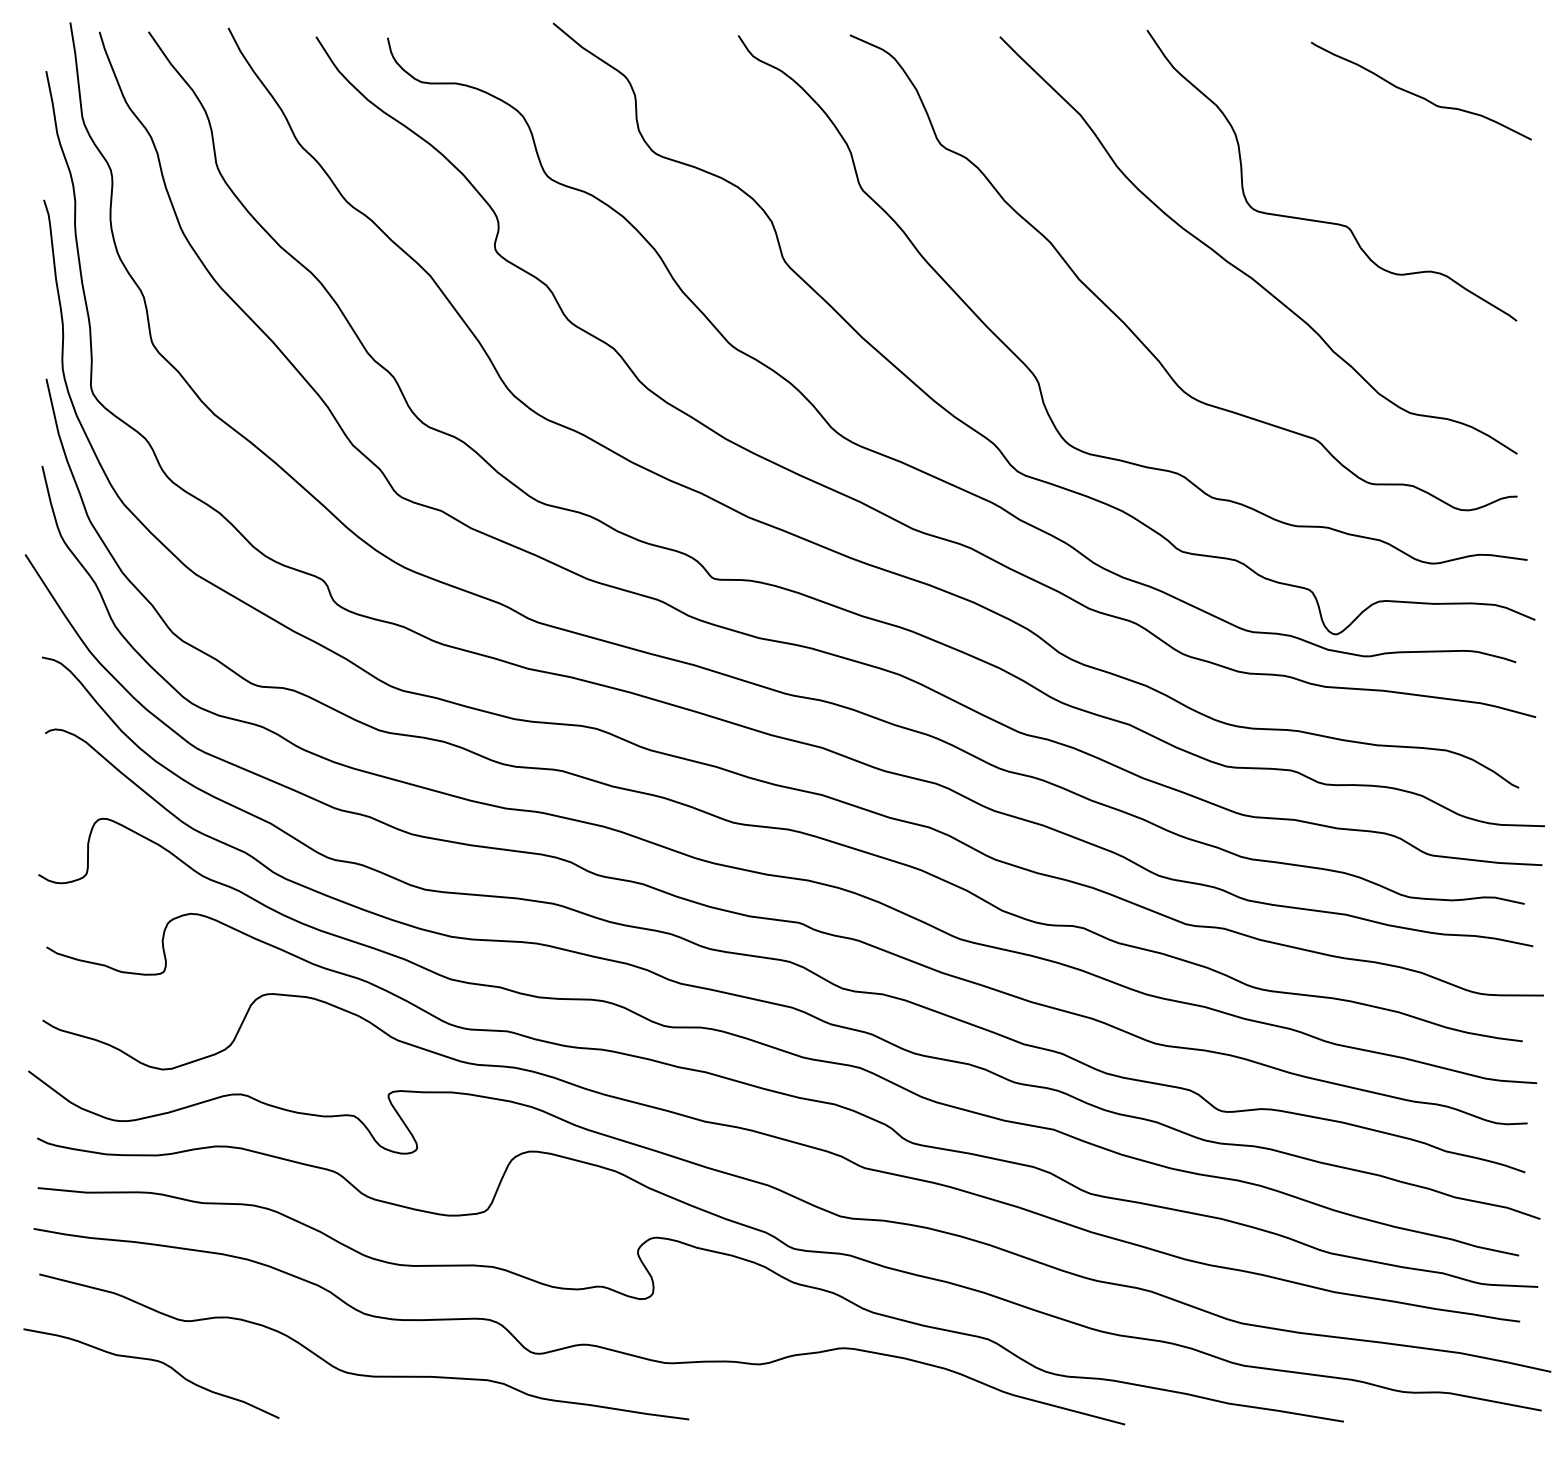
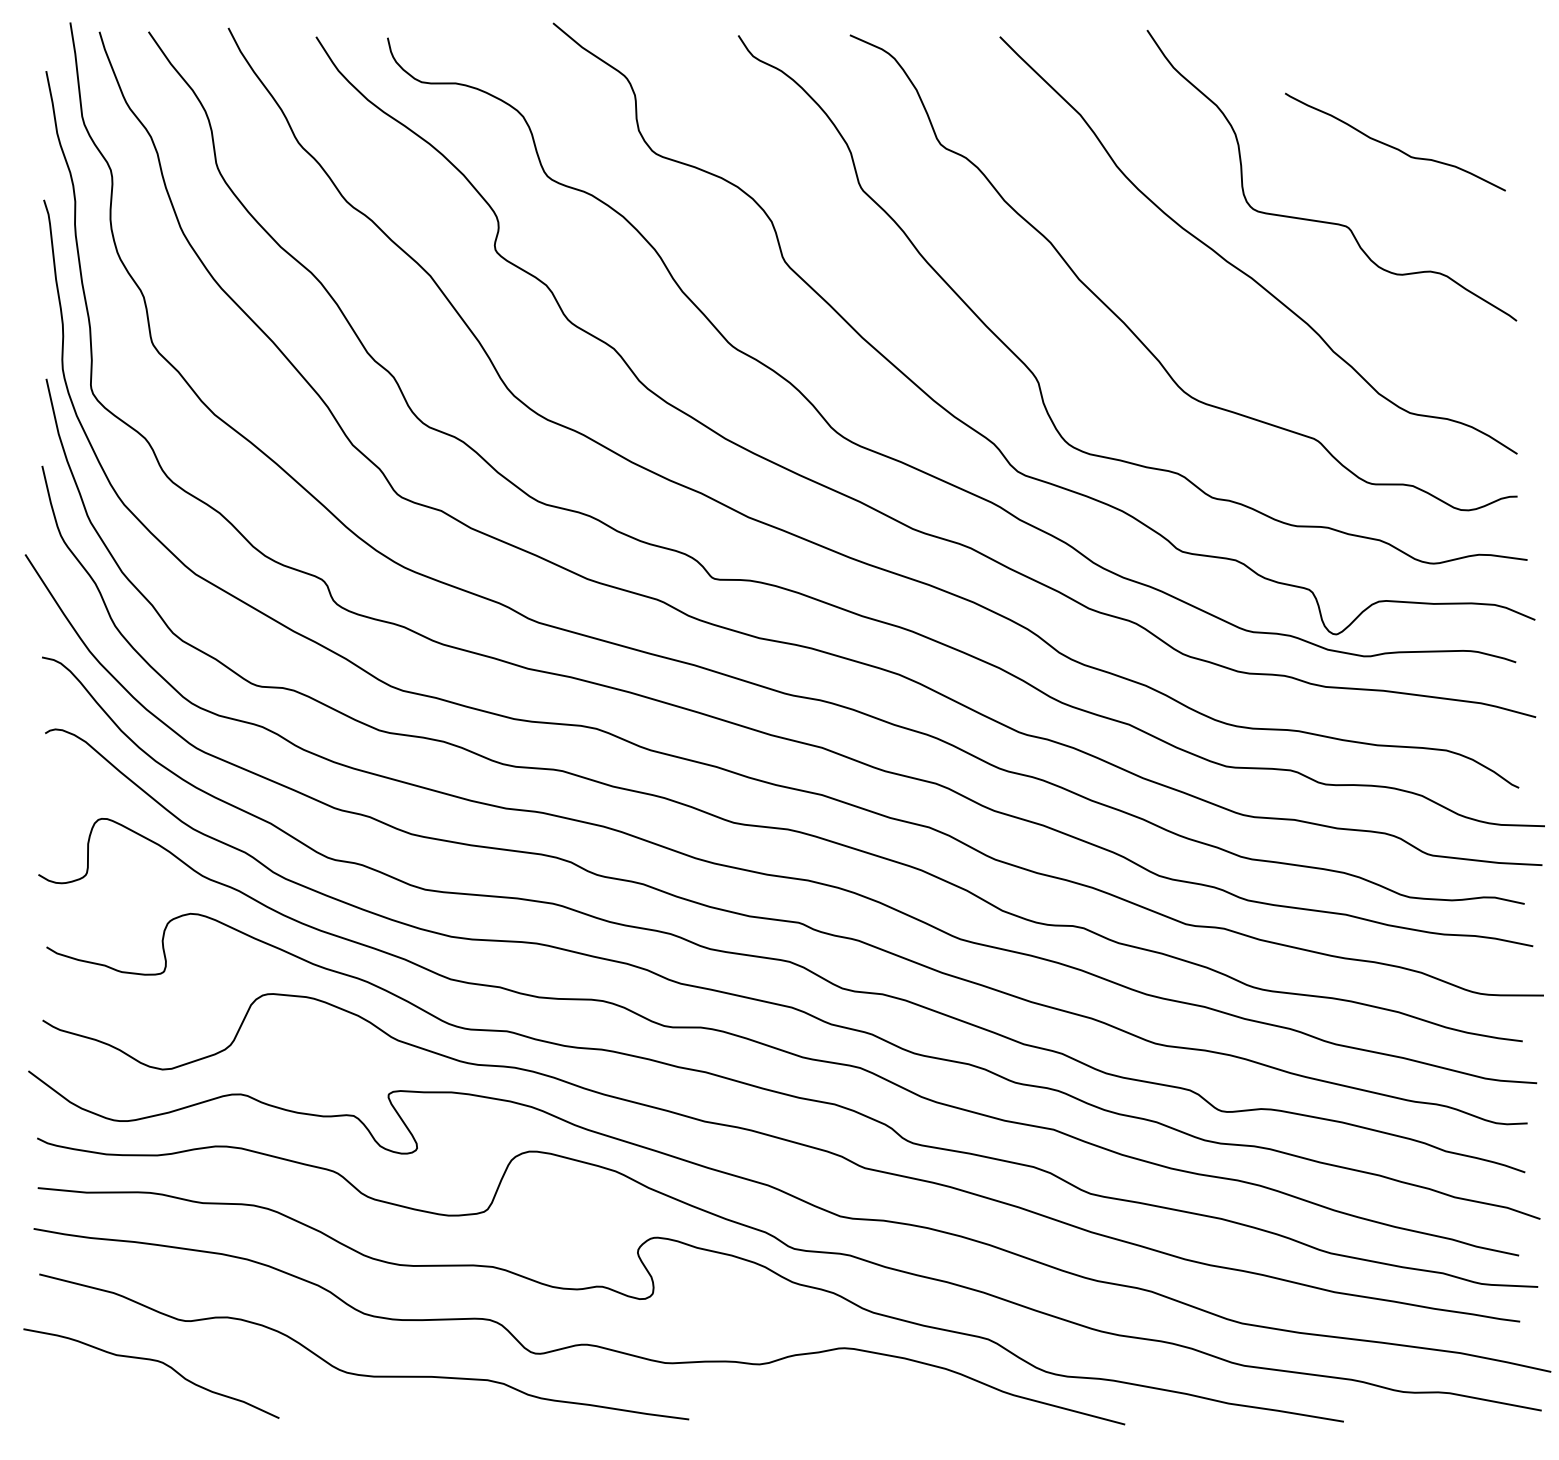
curve at (1419, 95) position: (1419, 95) -> (1393, 146)
